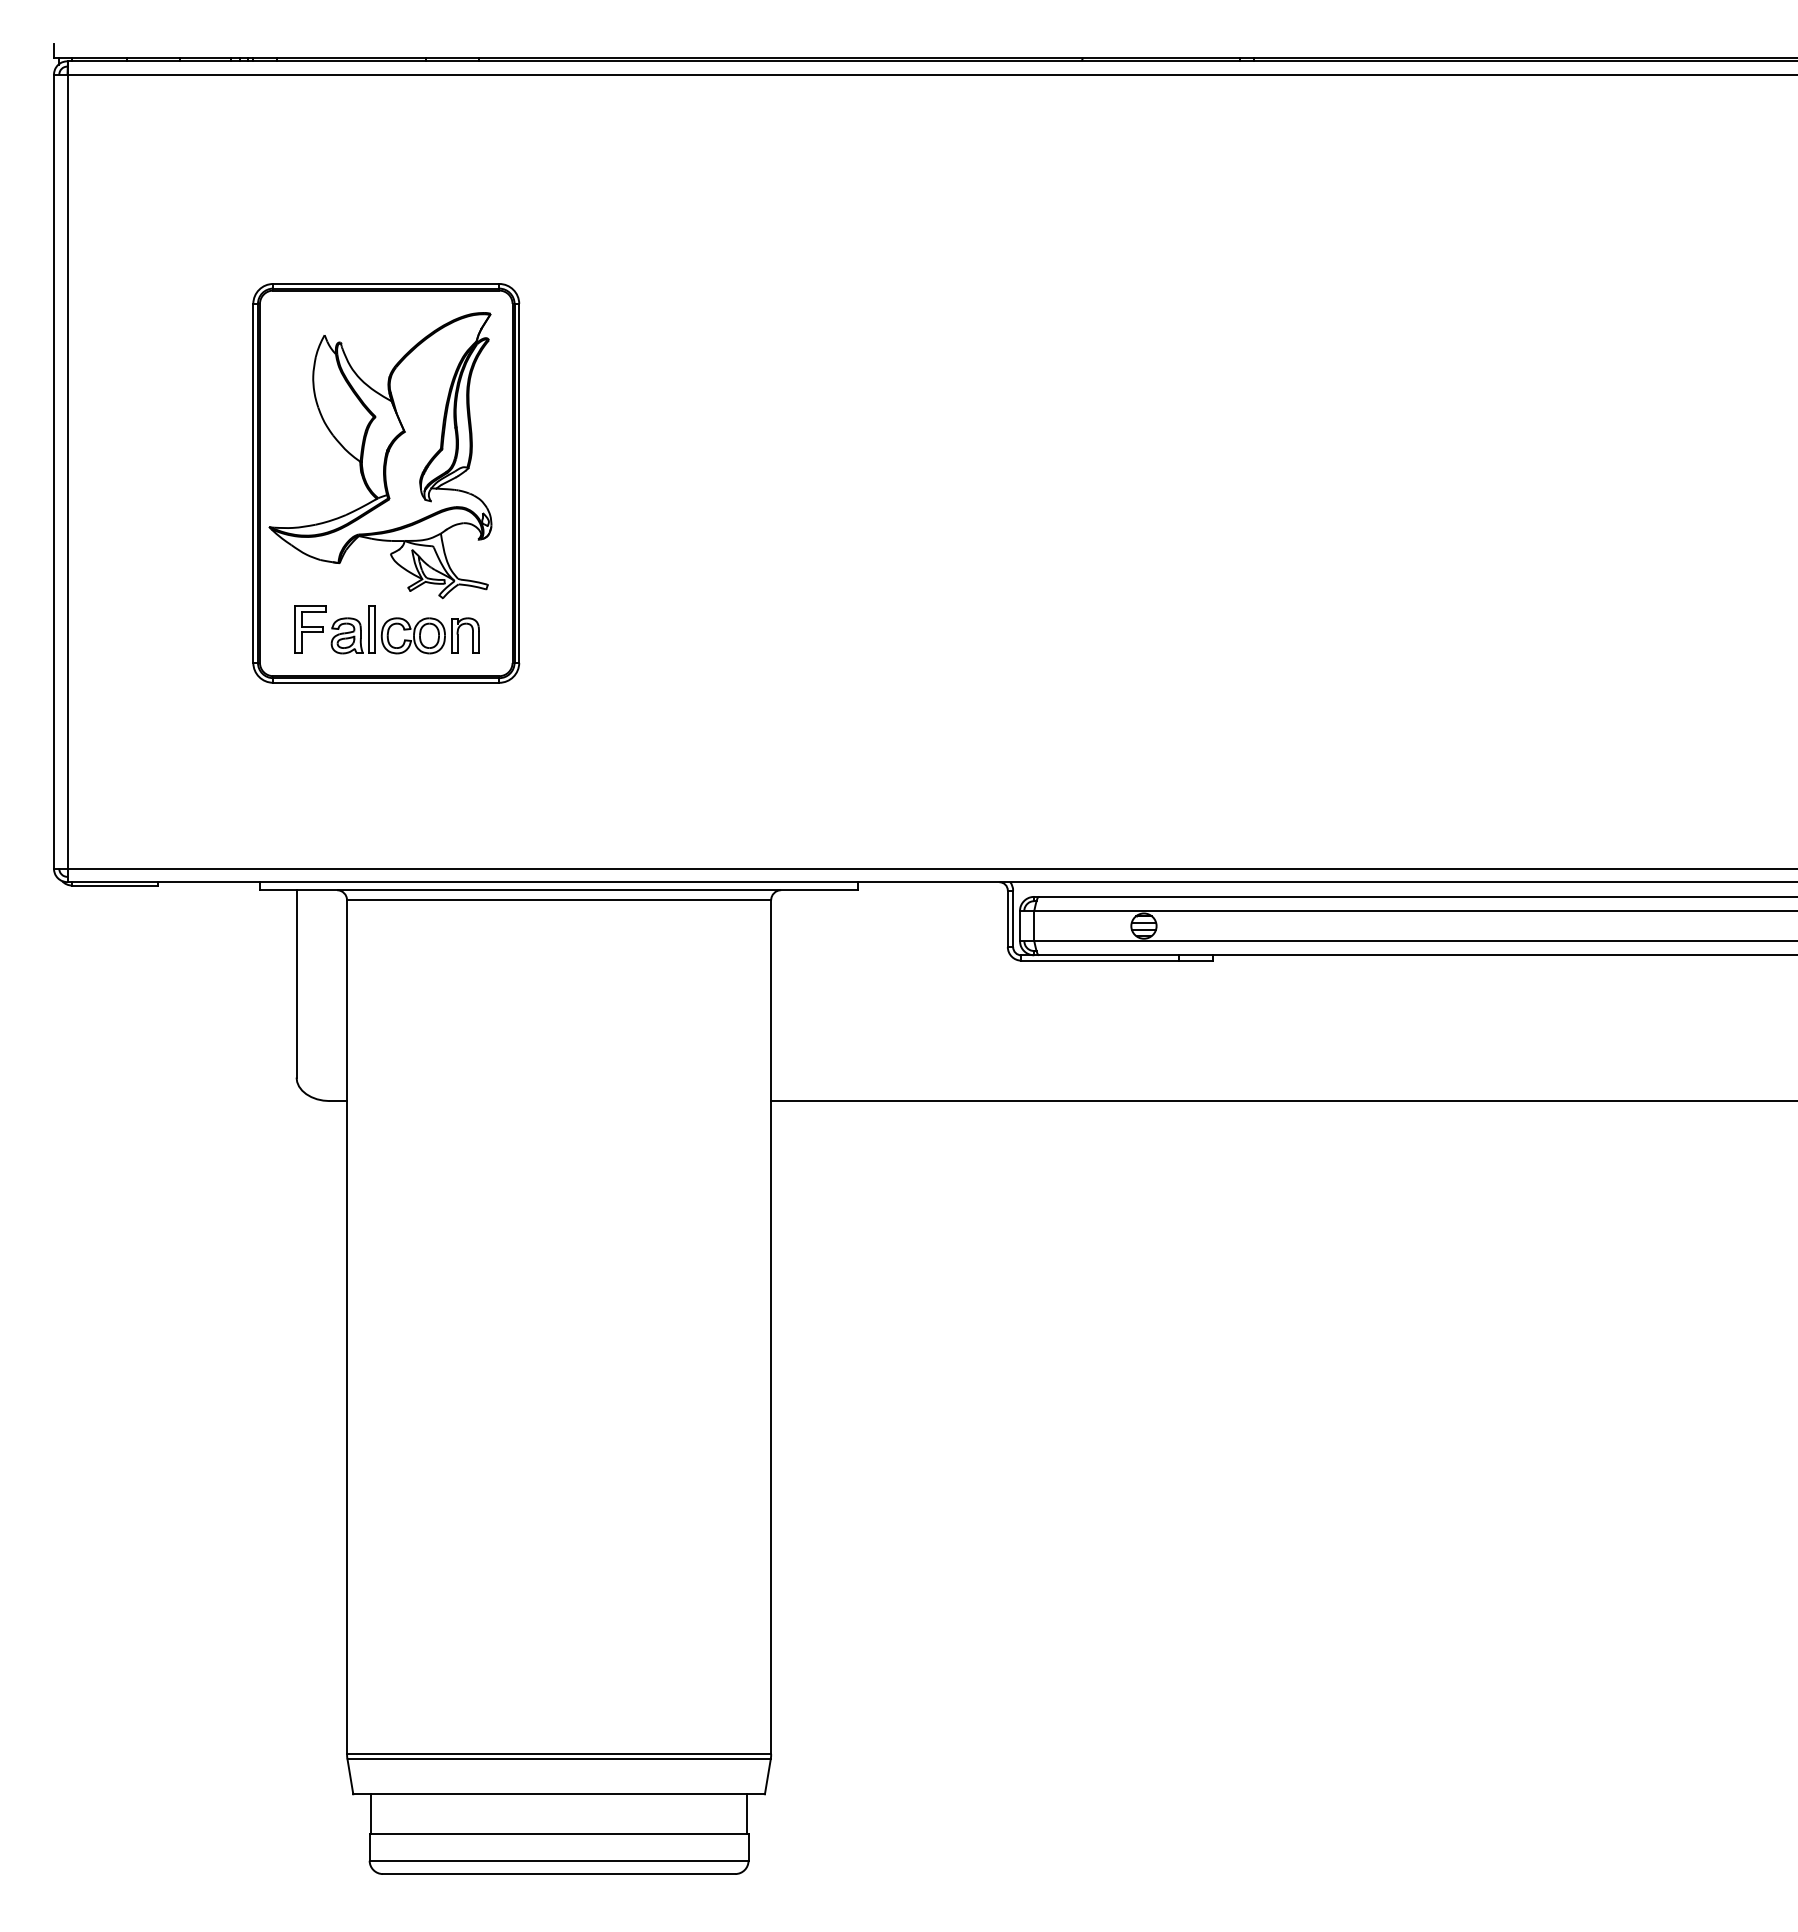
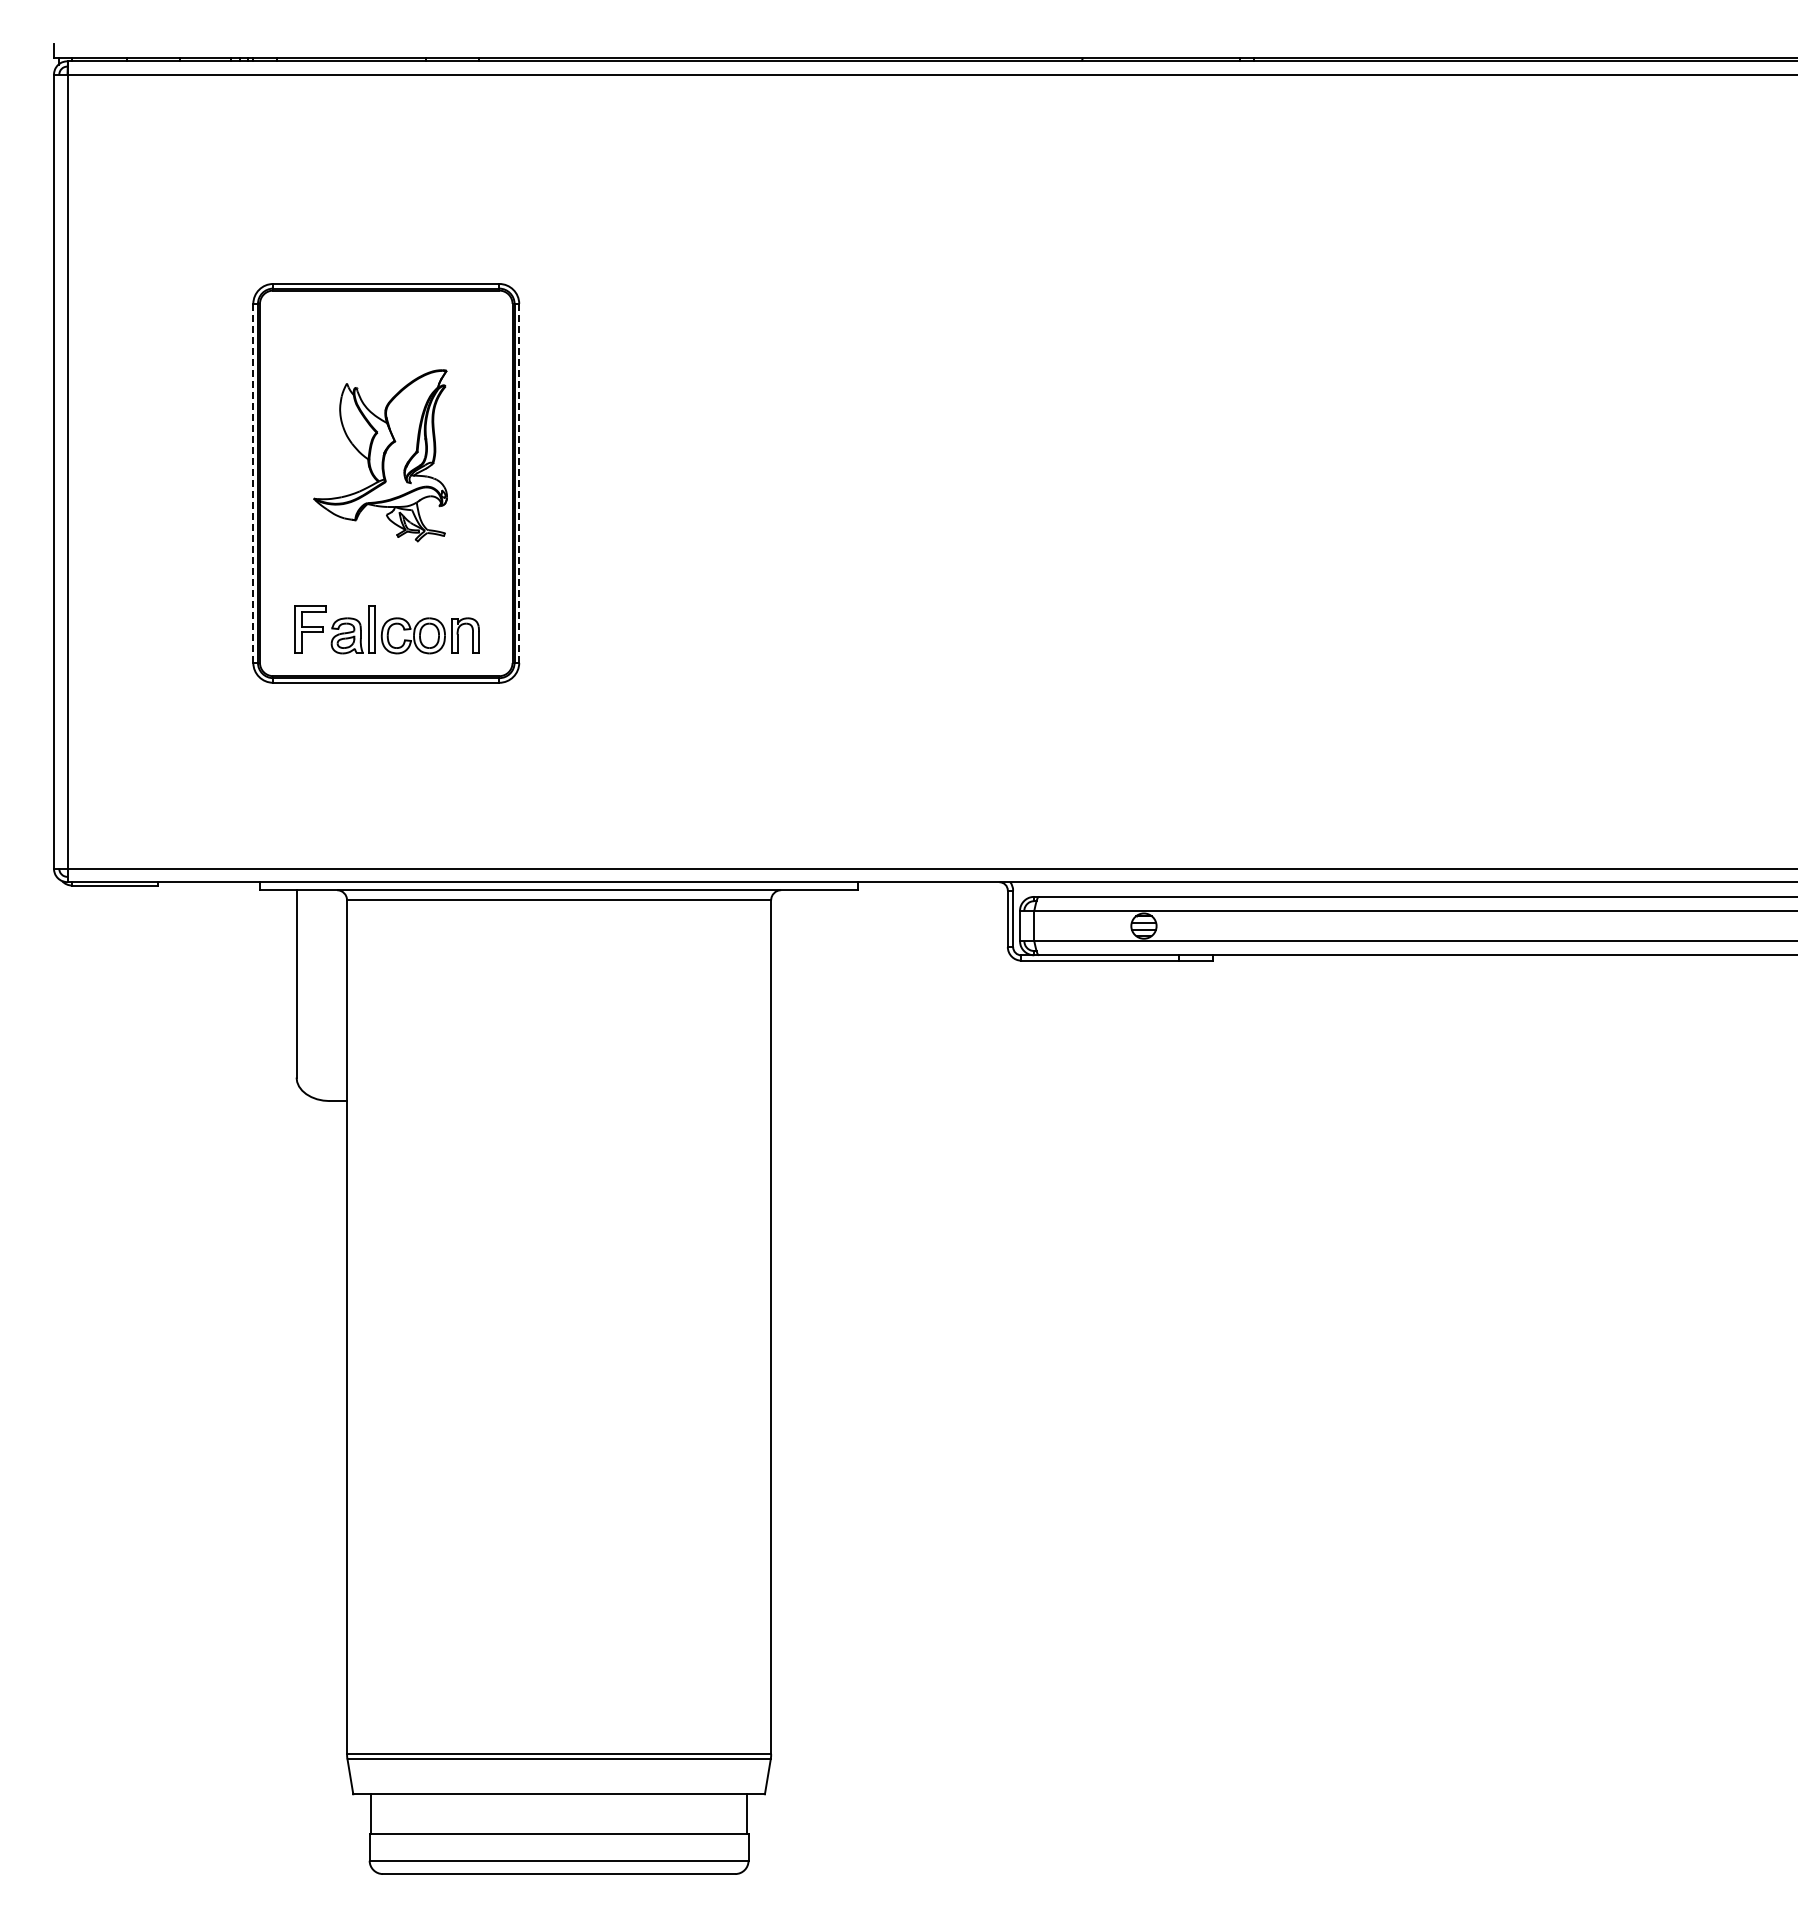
part at (380, 455) size: 225x288 px -> 135x174 px
line at (253, 482): solid -> dashed
line at (519, 483): solid -> dashed
line at (1282, 1101): present -> none
